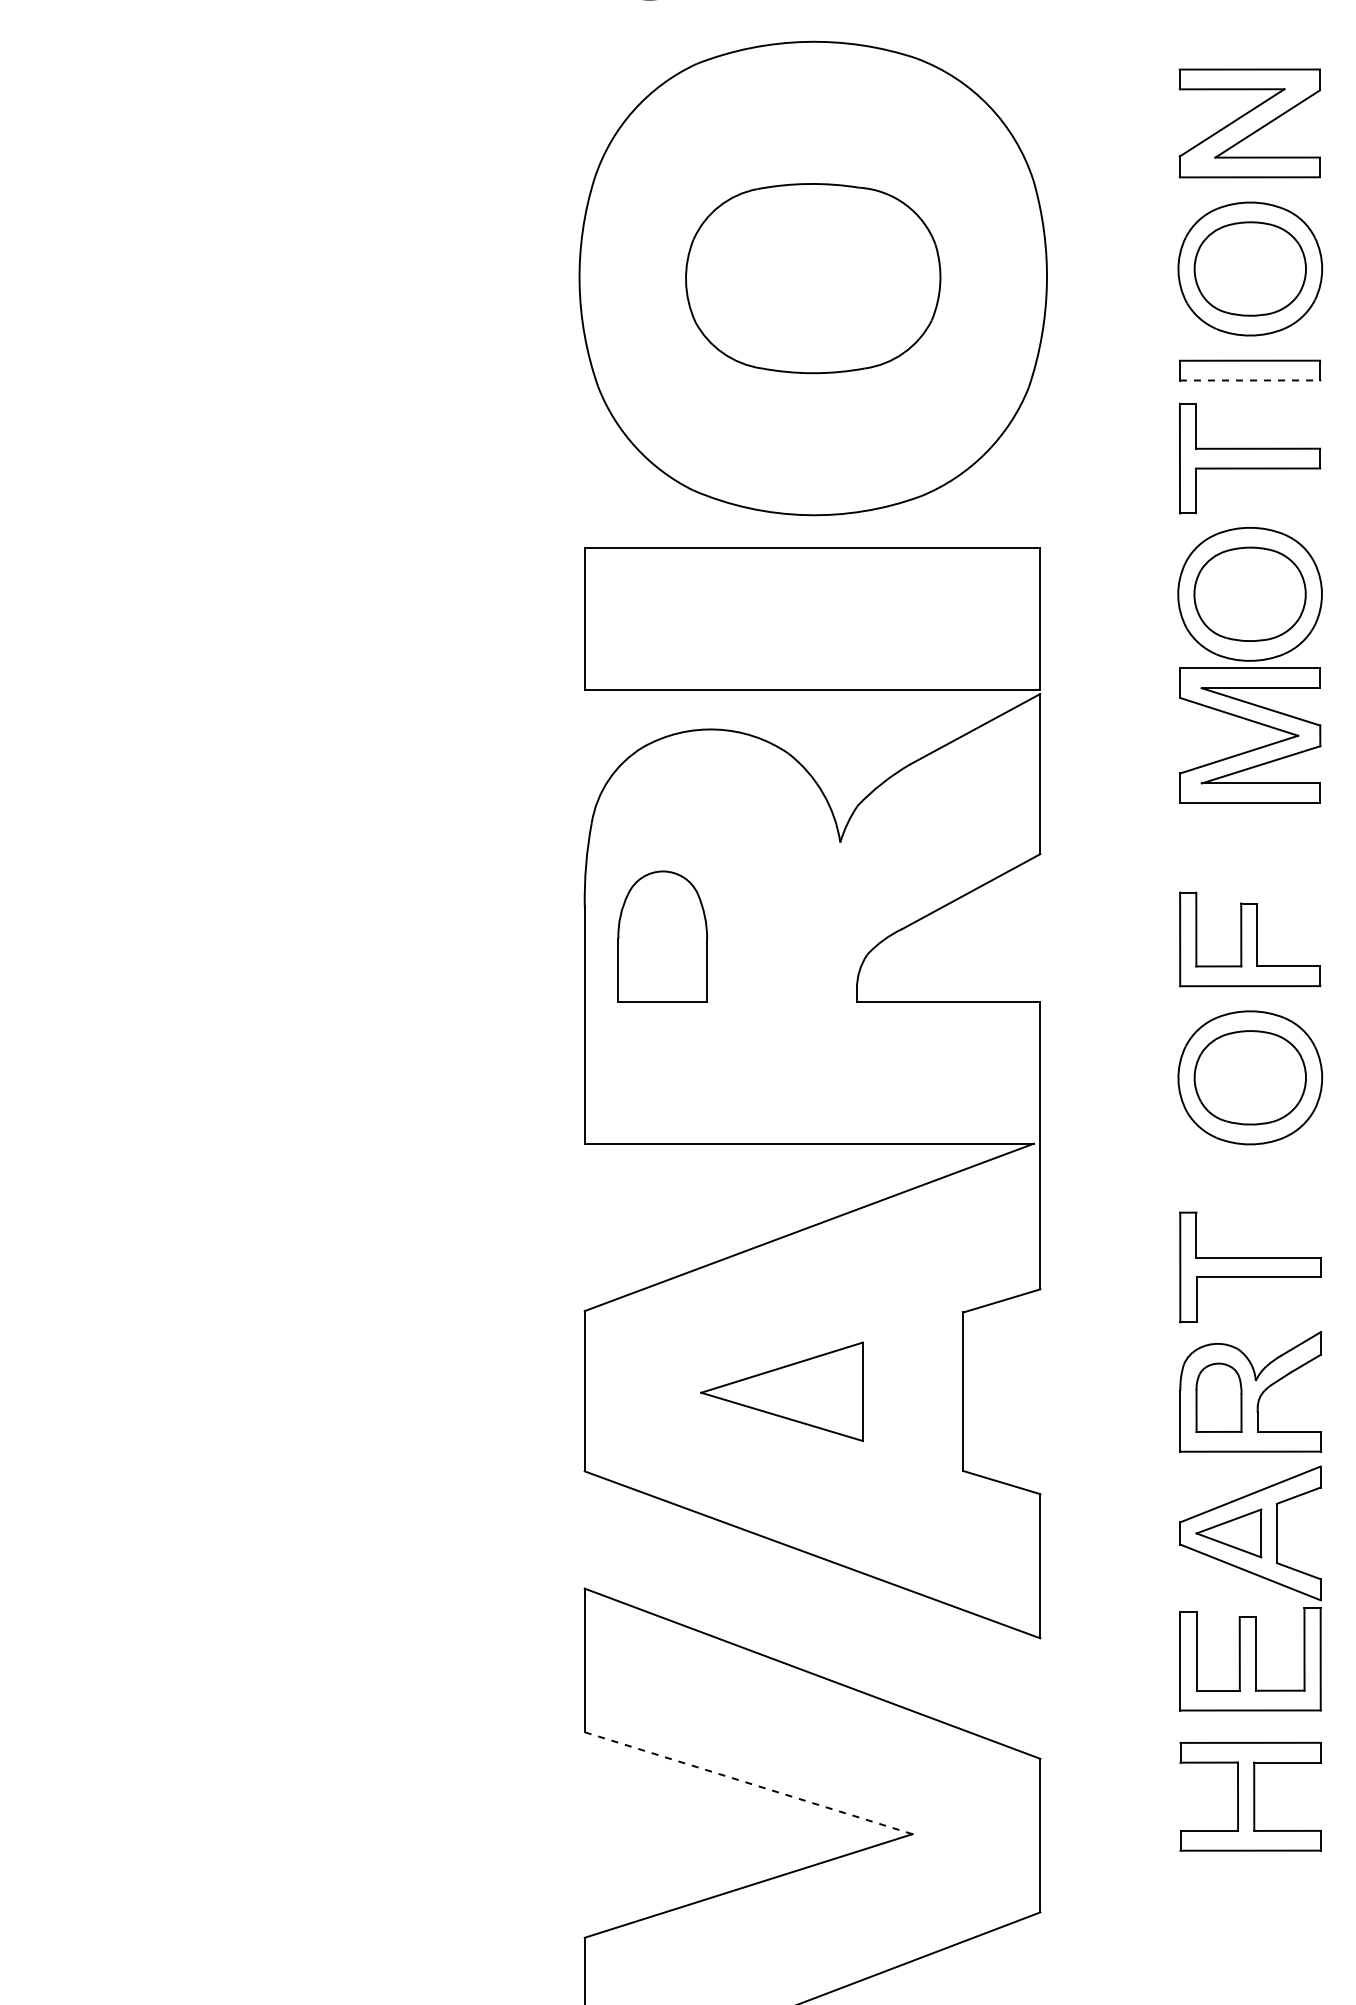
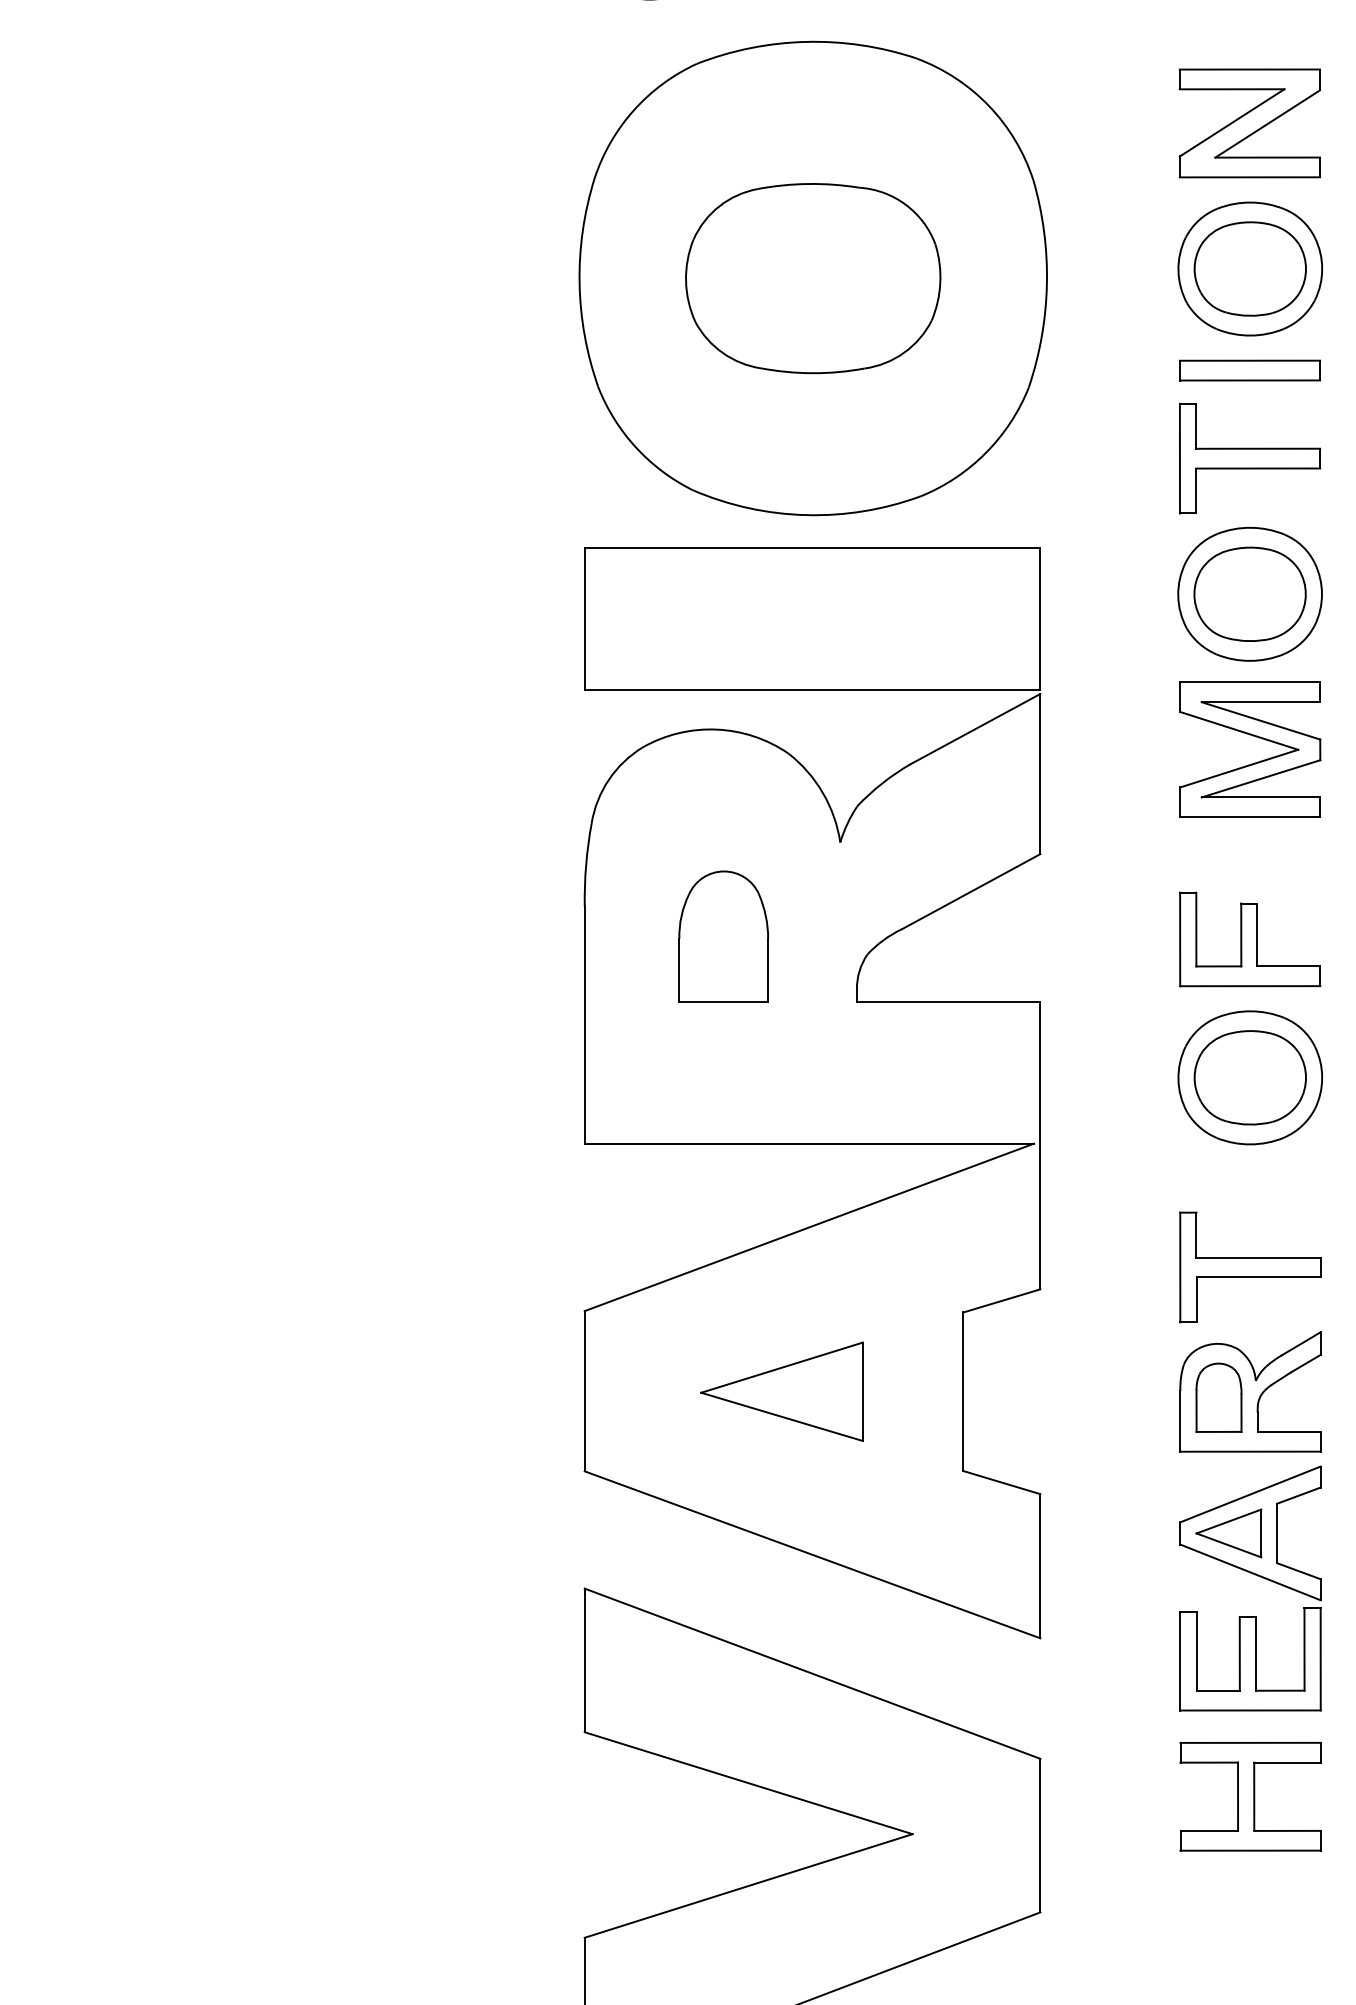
line at (1250, 380): dashed -> solid
part at (1252, 722) position: (1252, 722) -> (1252, 736)
part at (662, 936) position: (662, 936) -> (723, 936)
line at (748, 1783): dashed -> solid
